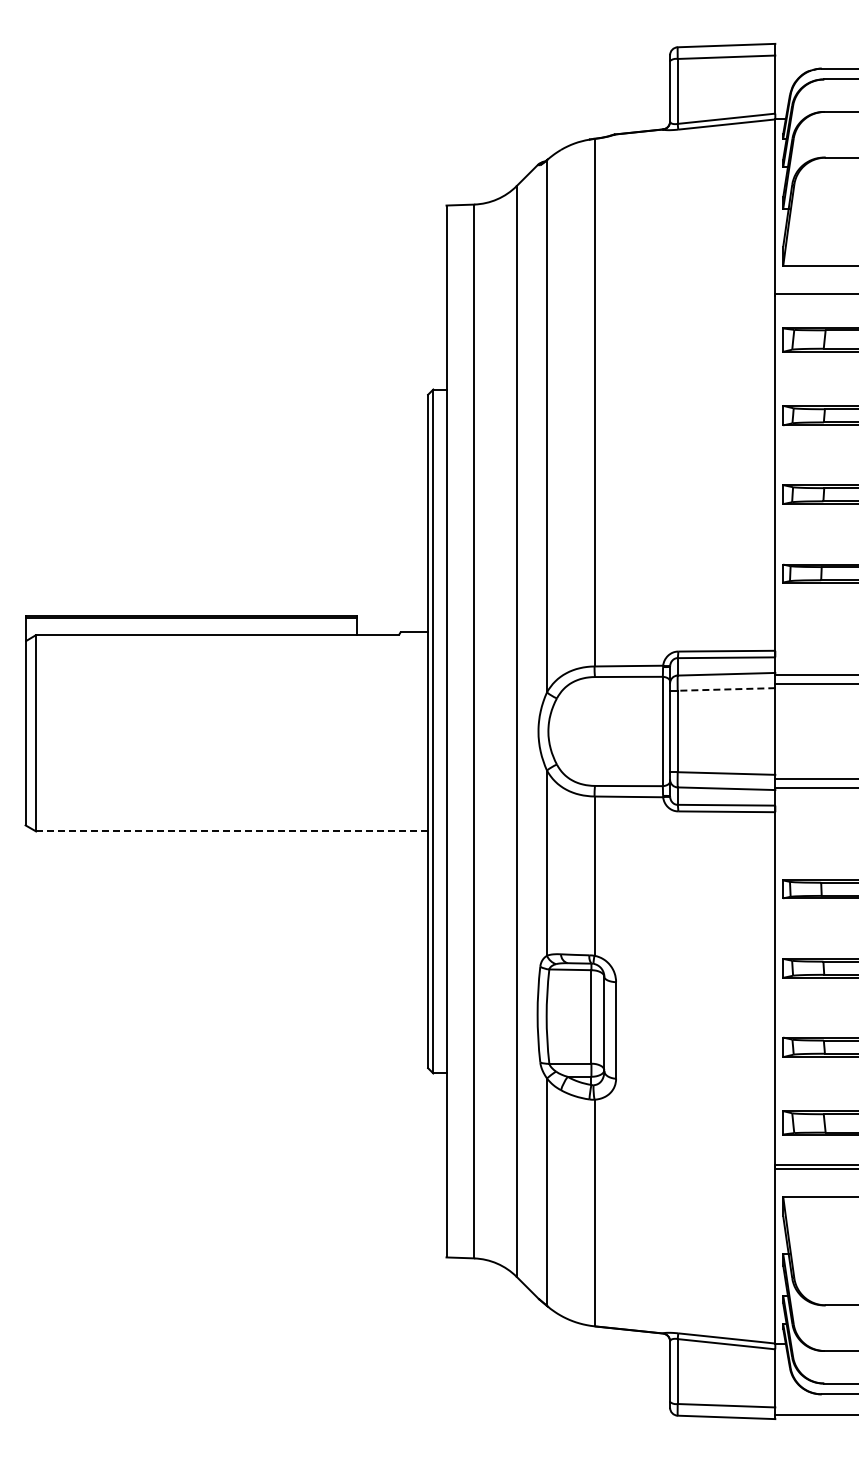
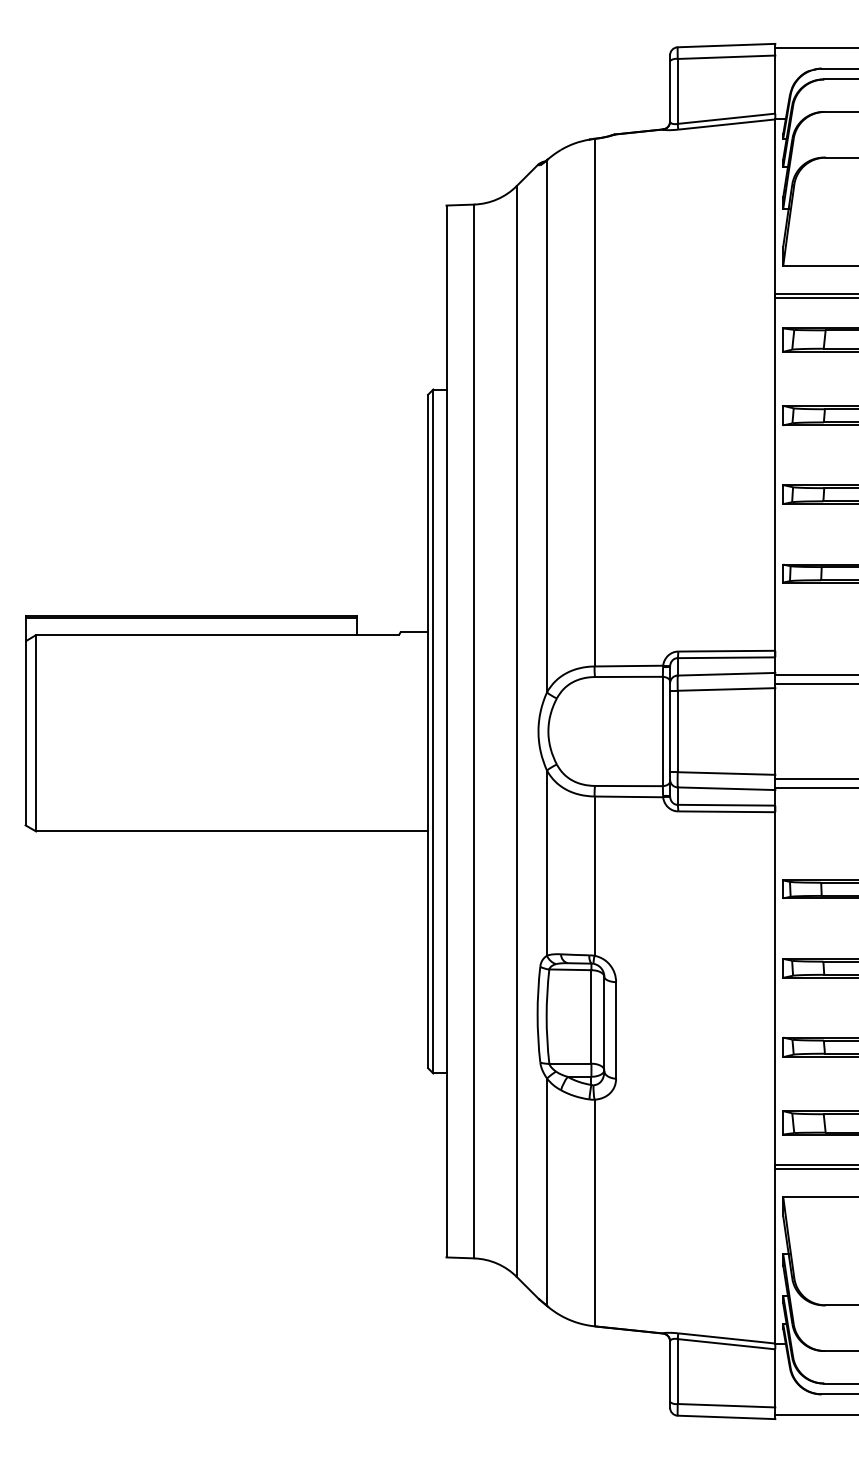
line at (815, 47): none -> present
line at (815, 298): none -> present
line at (726, 689): dashed -> solid
line at (232, 831): dashed -> solid
